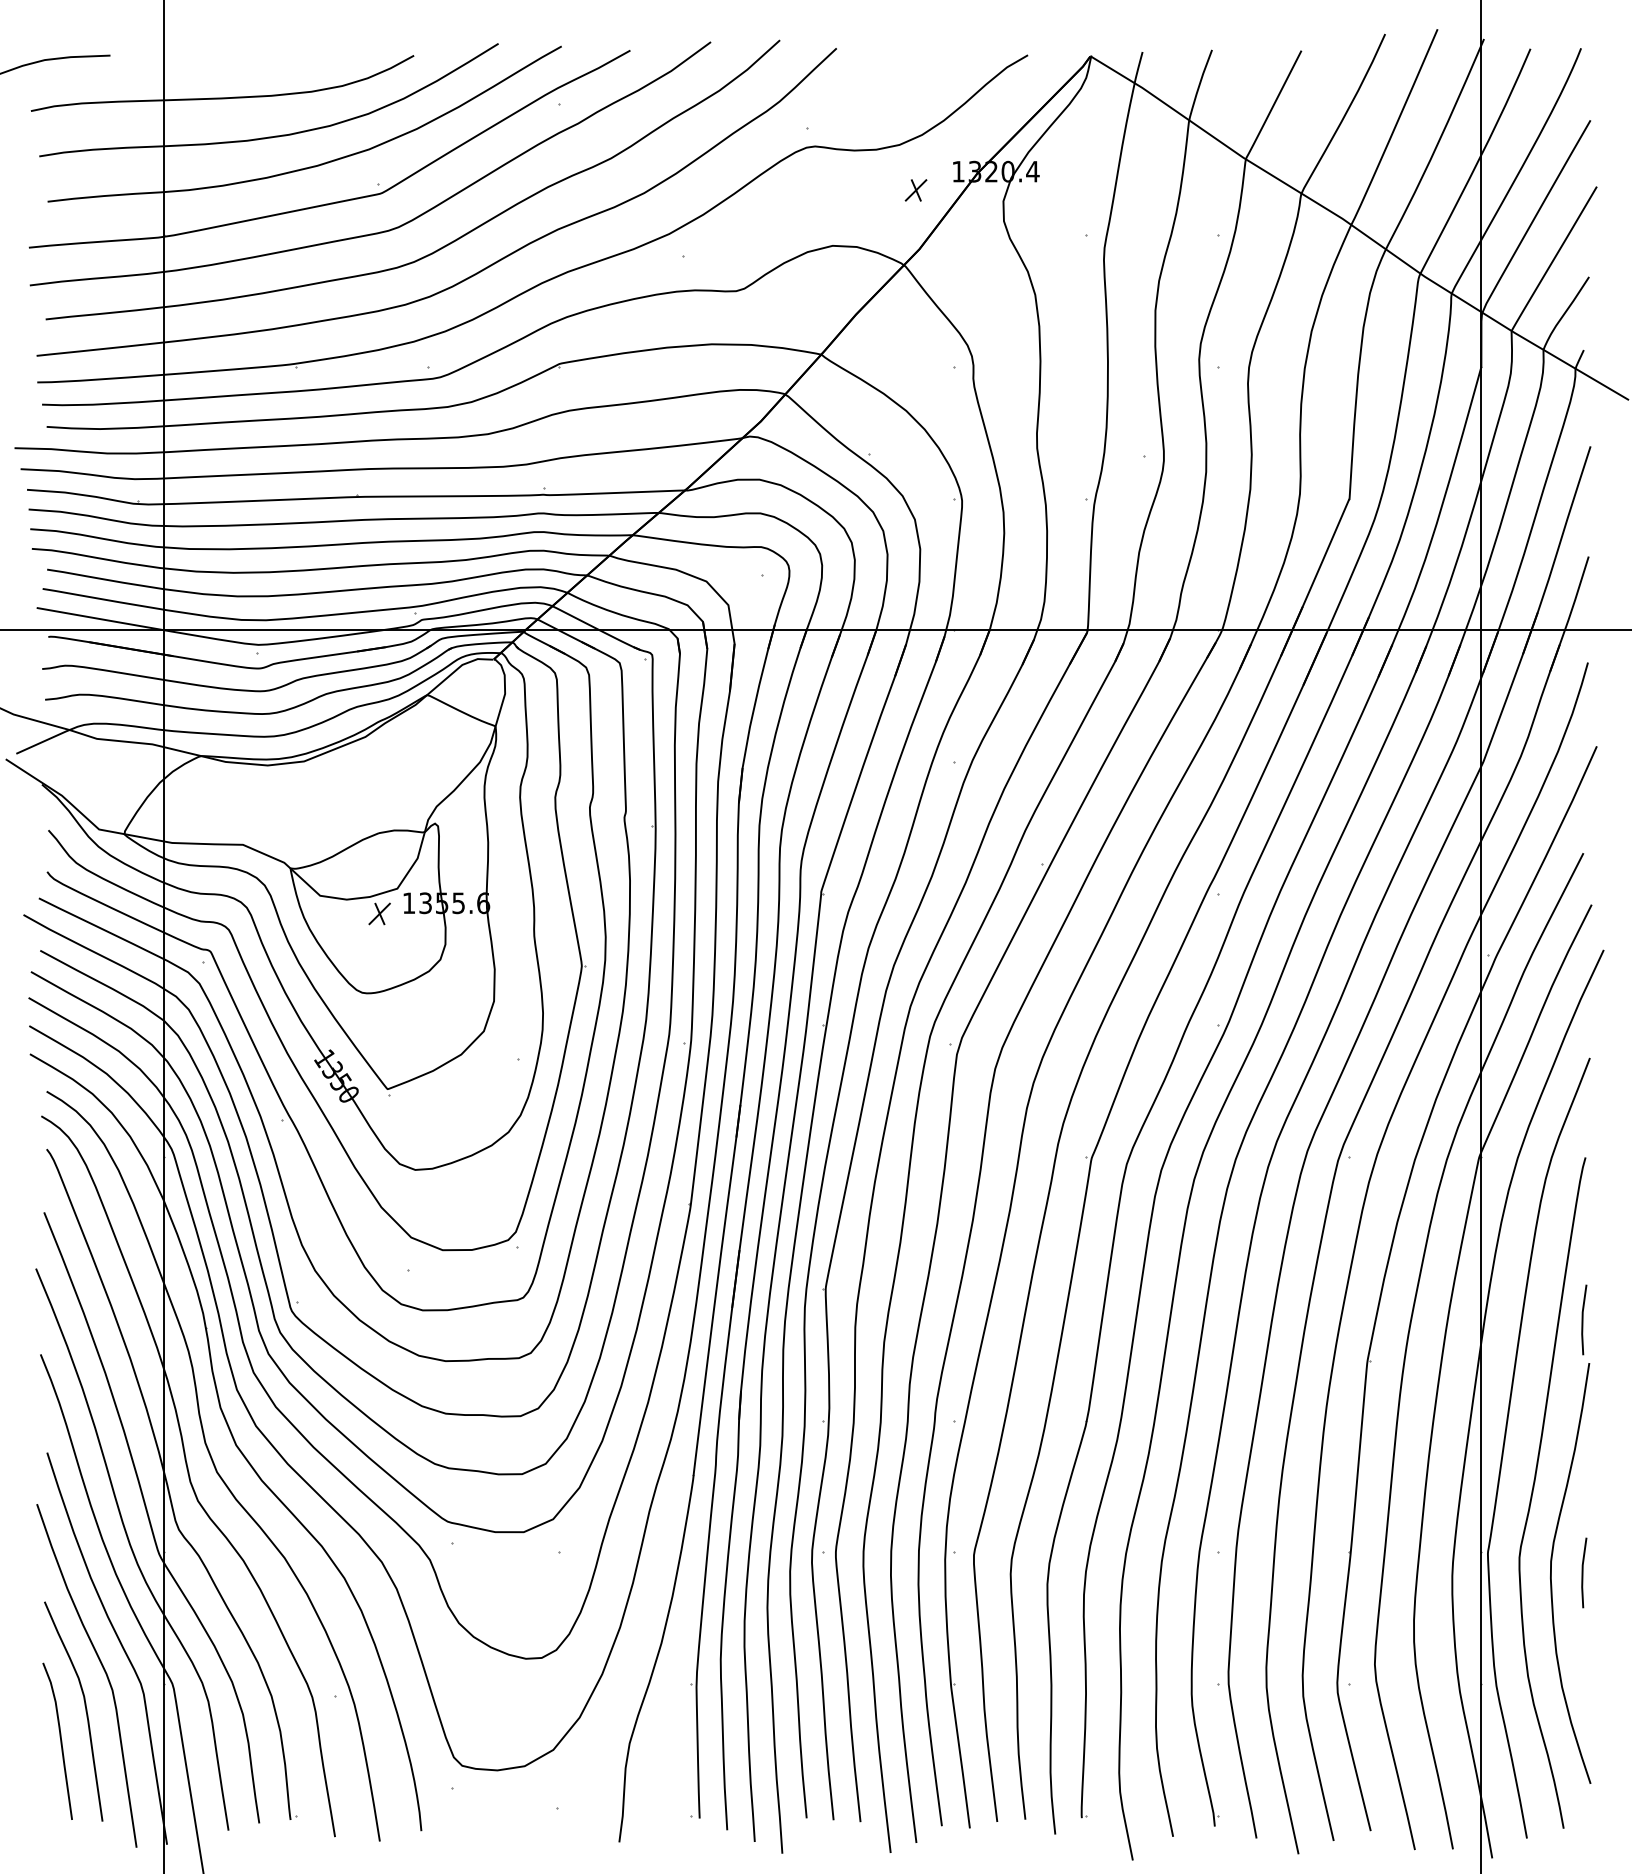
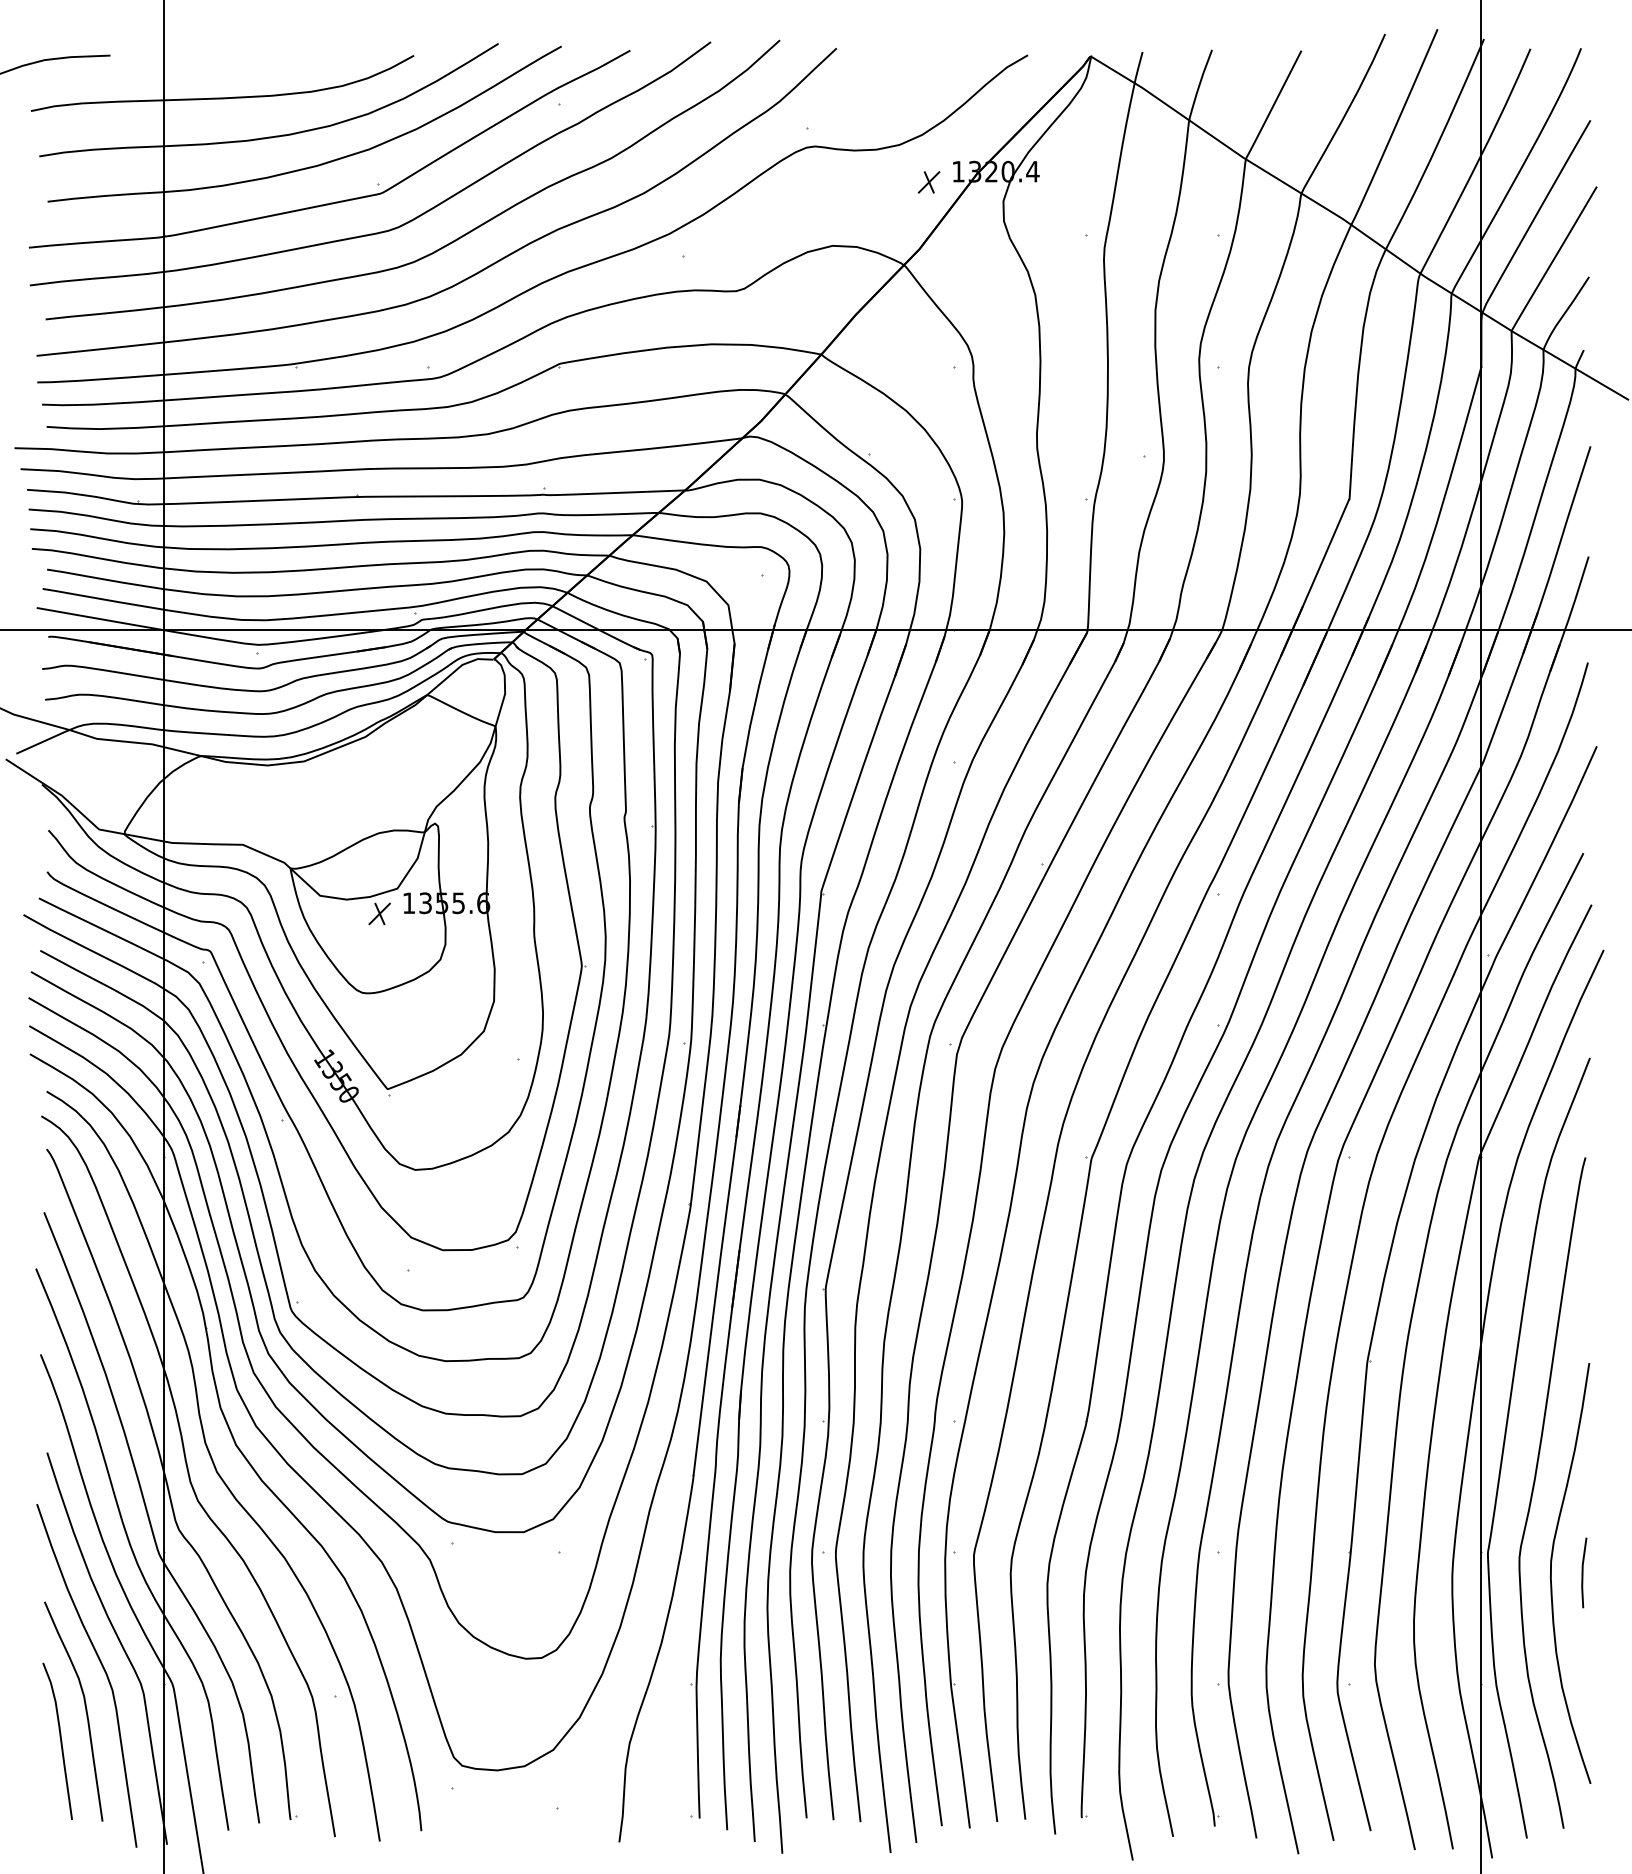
part at (915, 190) position: (915, 190) -> (928, 182)
line at (1583, 1319): present -> none
